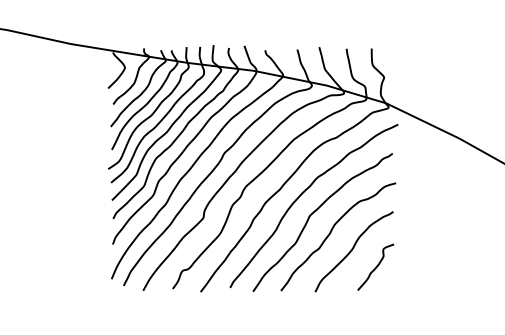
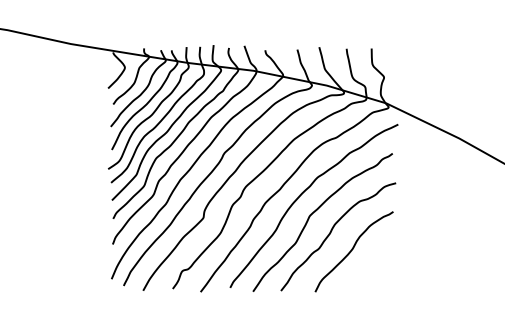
curve at (375, 266): present -> none
